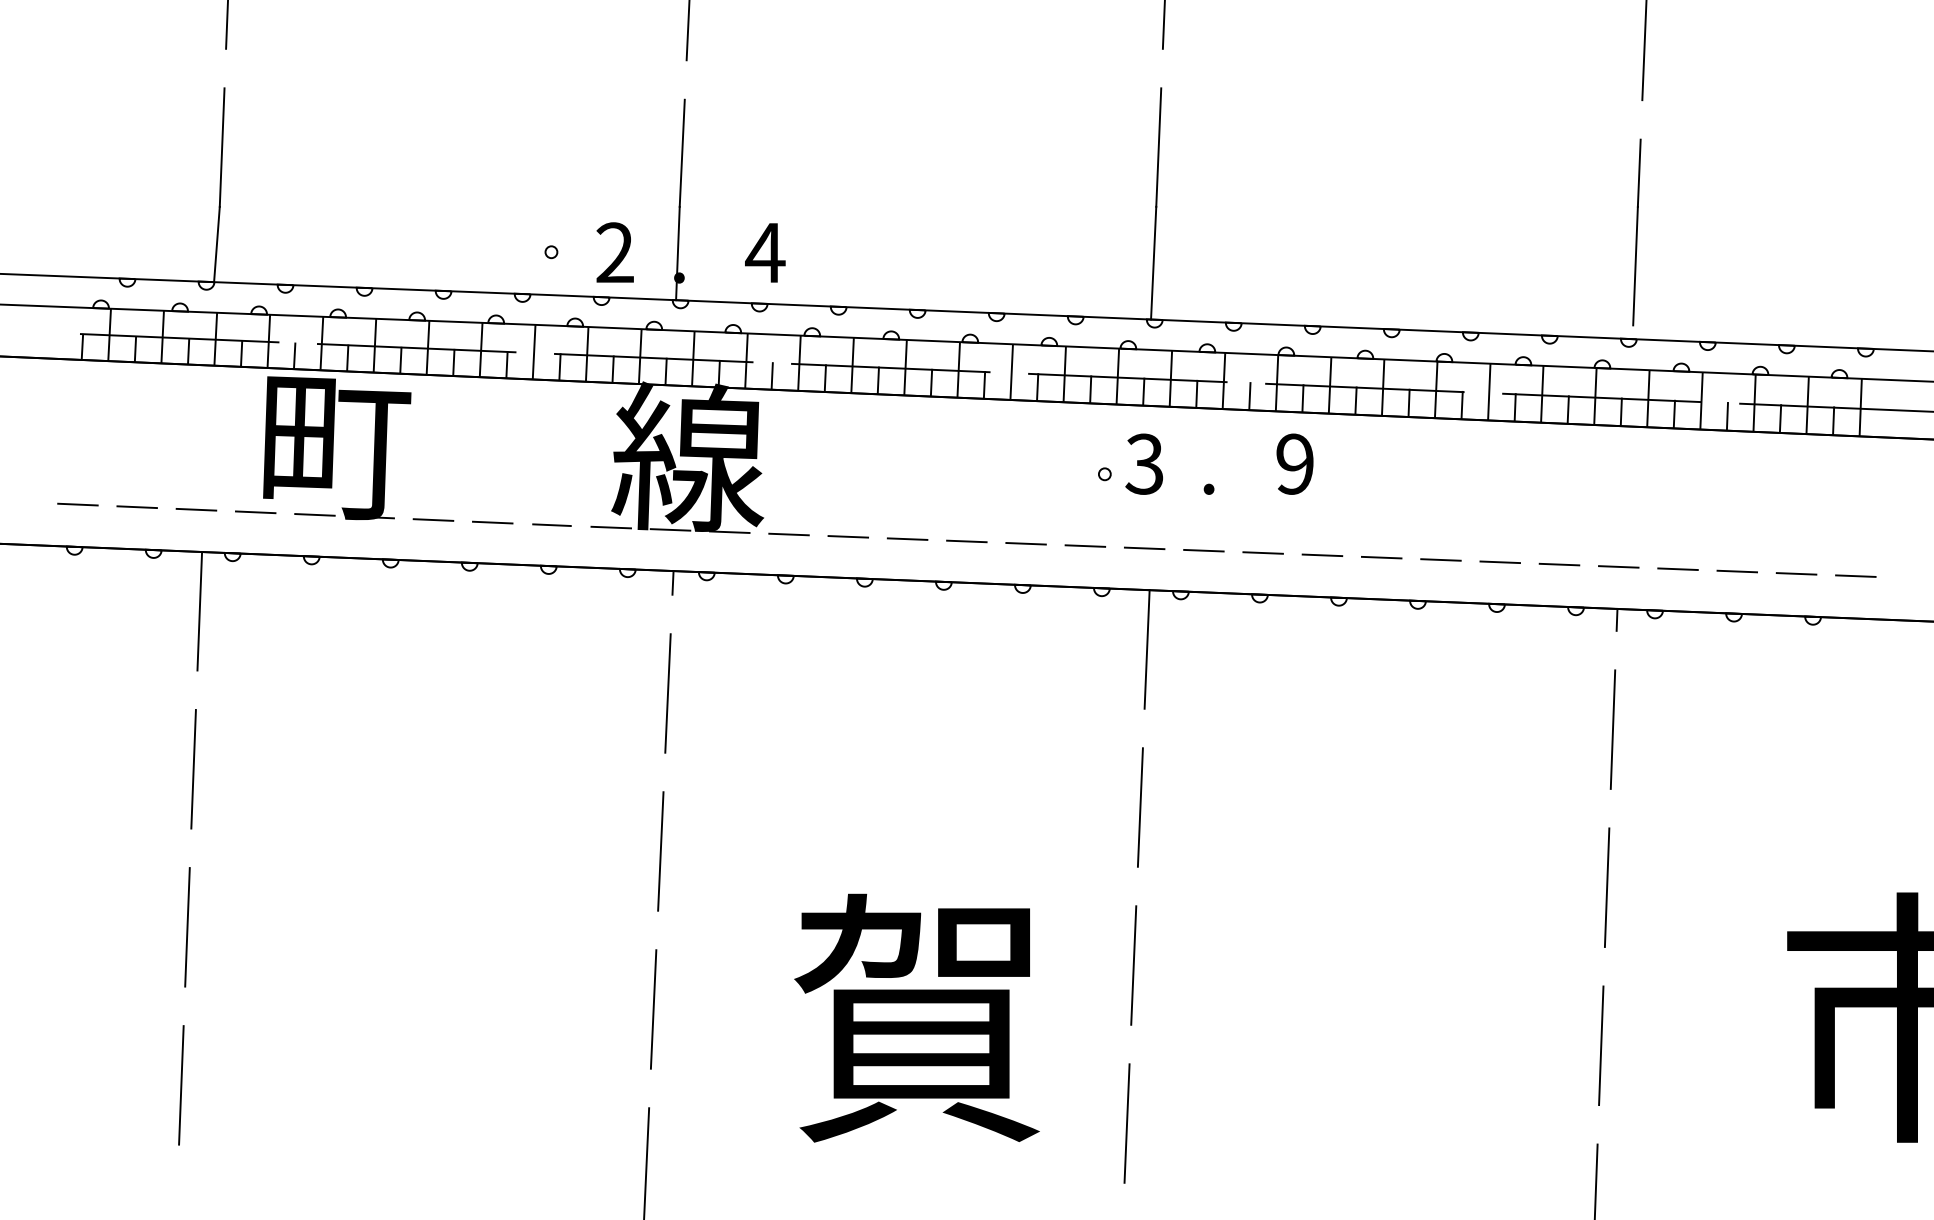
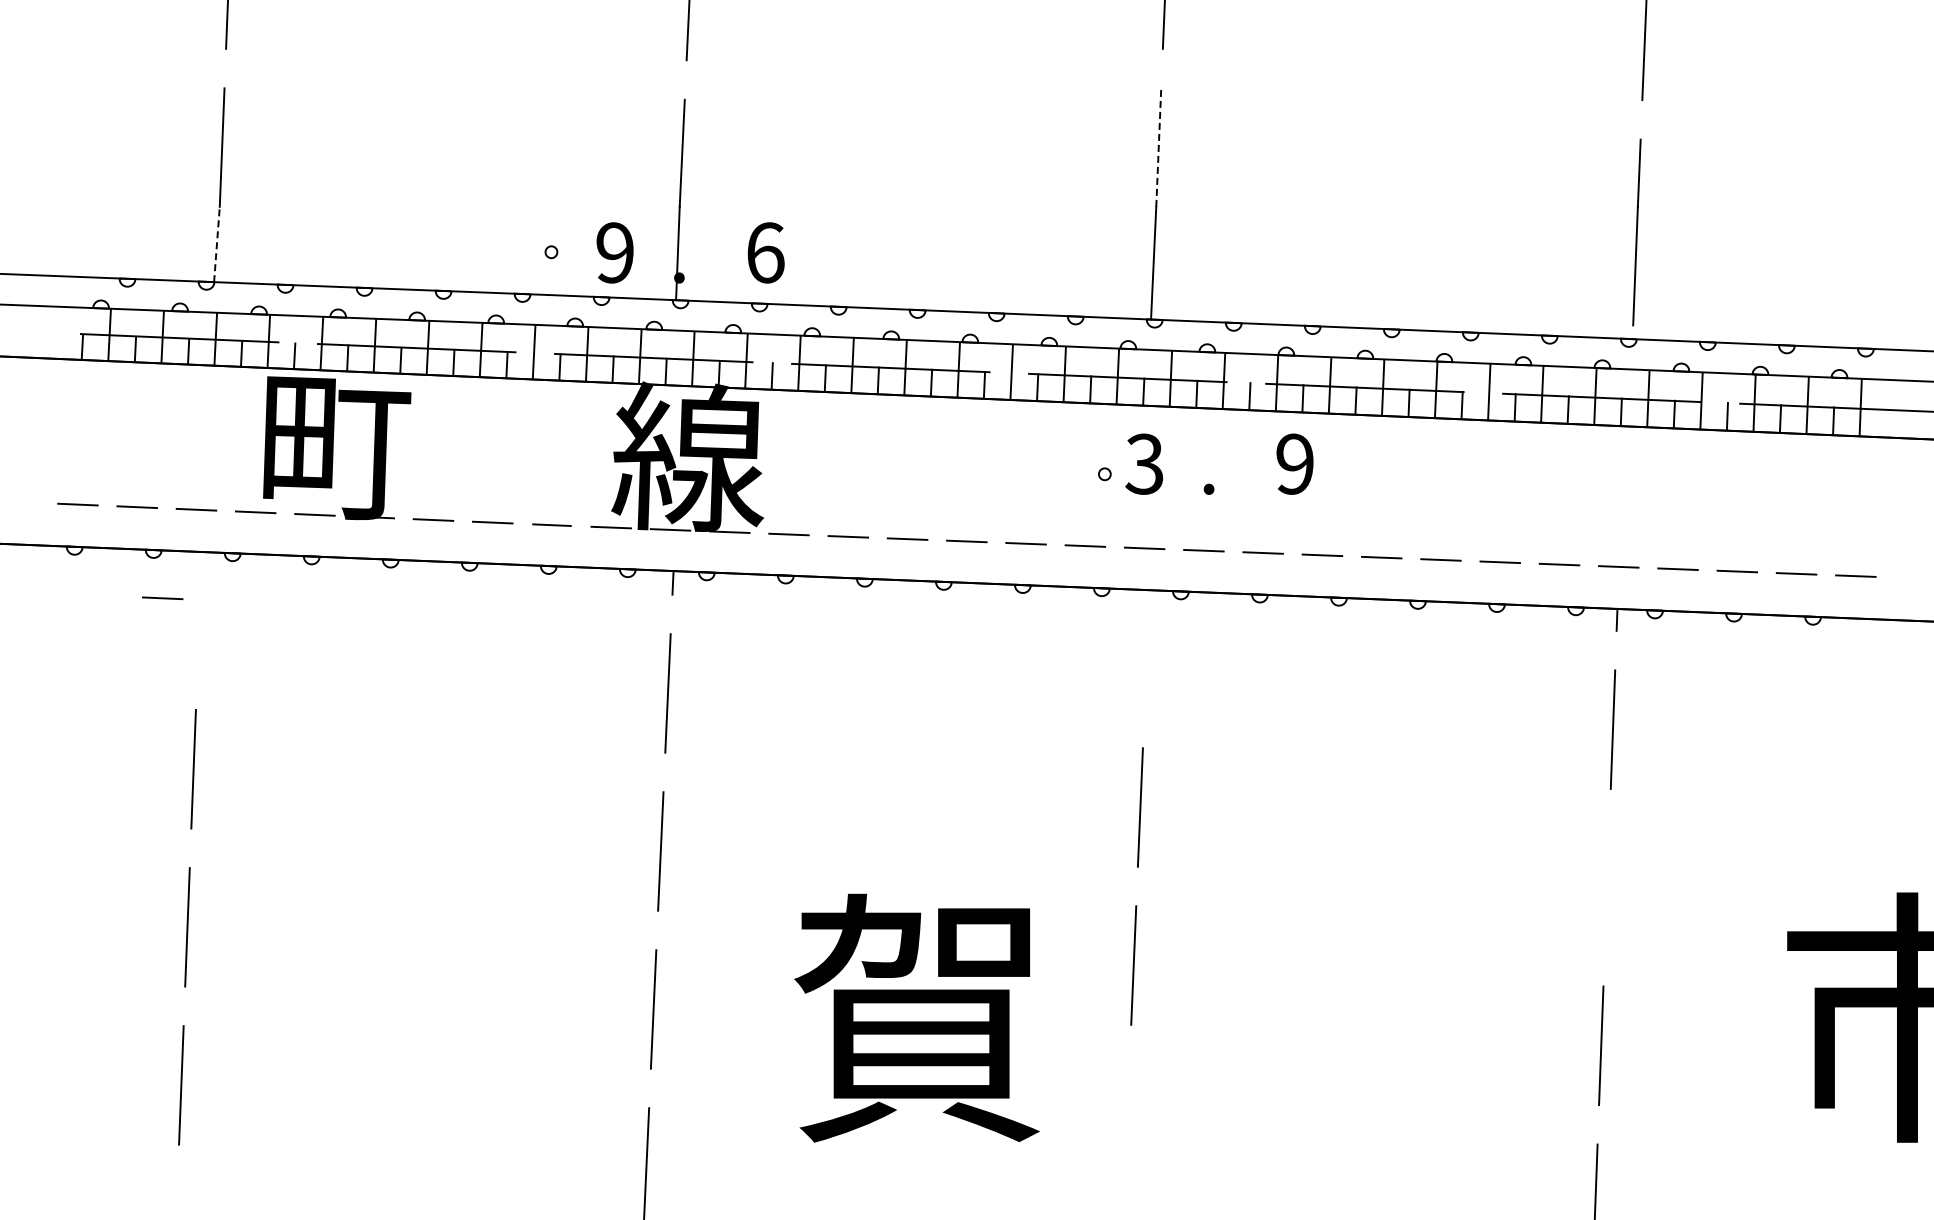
line at (1158, 147): solid -> dashed
line at (216, 244): solid -> dashed
text at (614, 252): 2 -> 9
text at (765, 252): 4 -> 6
line at (162, 598): none -> present
line at (199, 610): present -> none
line at (1146, 649): present -> none
line at (1606, 887): present -> none
line at (1126, 1123): present -> none
